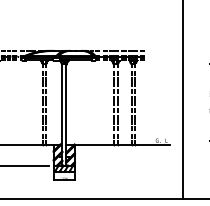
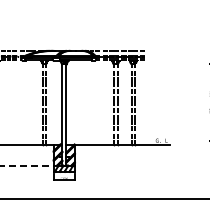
line at (183, 100): present -> none
line at (24, 165): solid -> dashed
